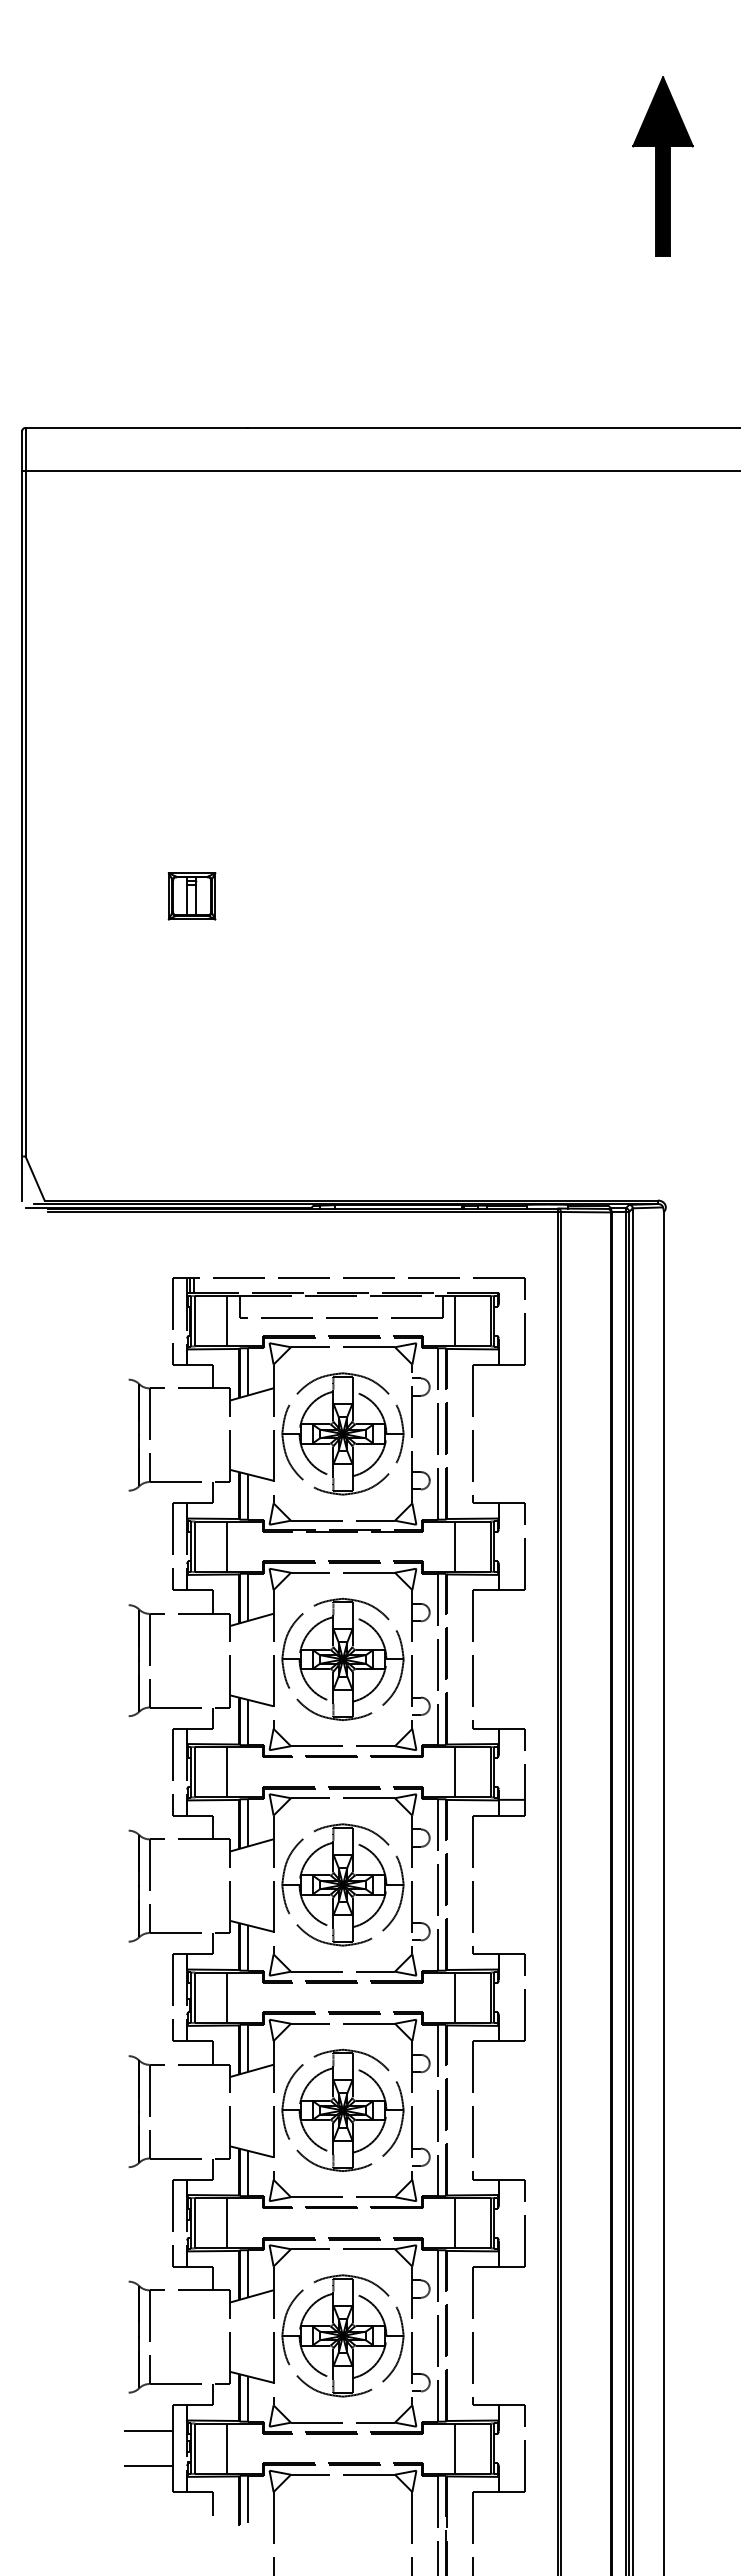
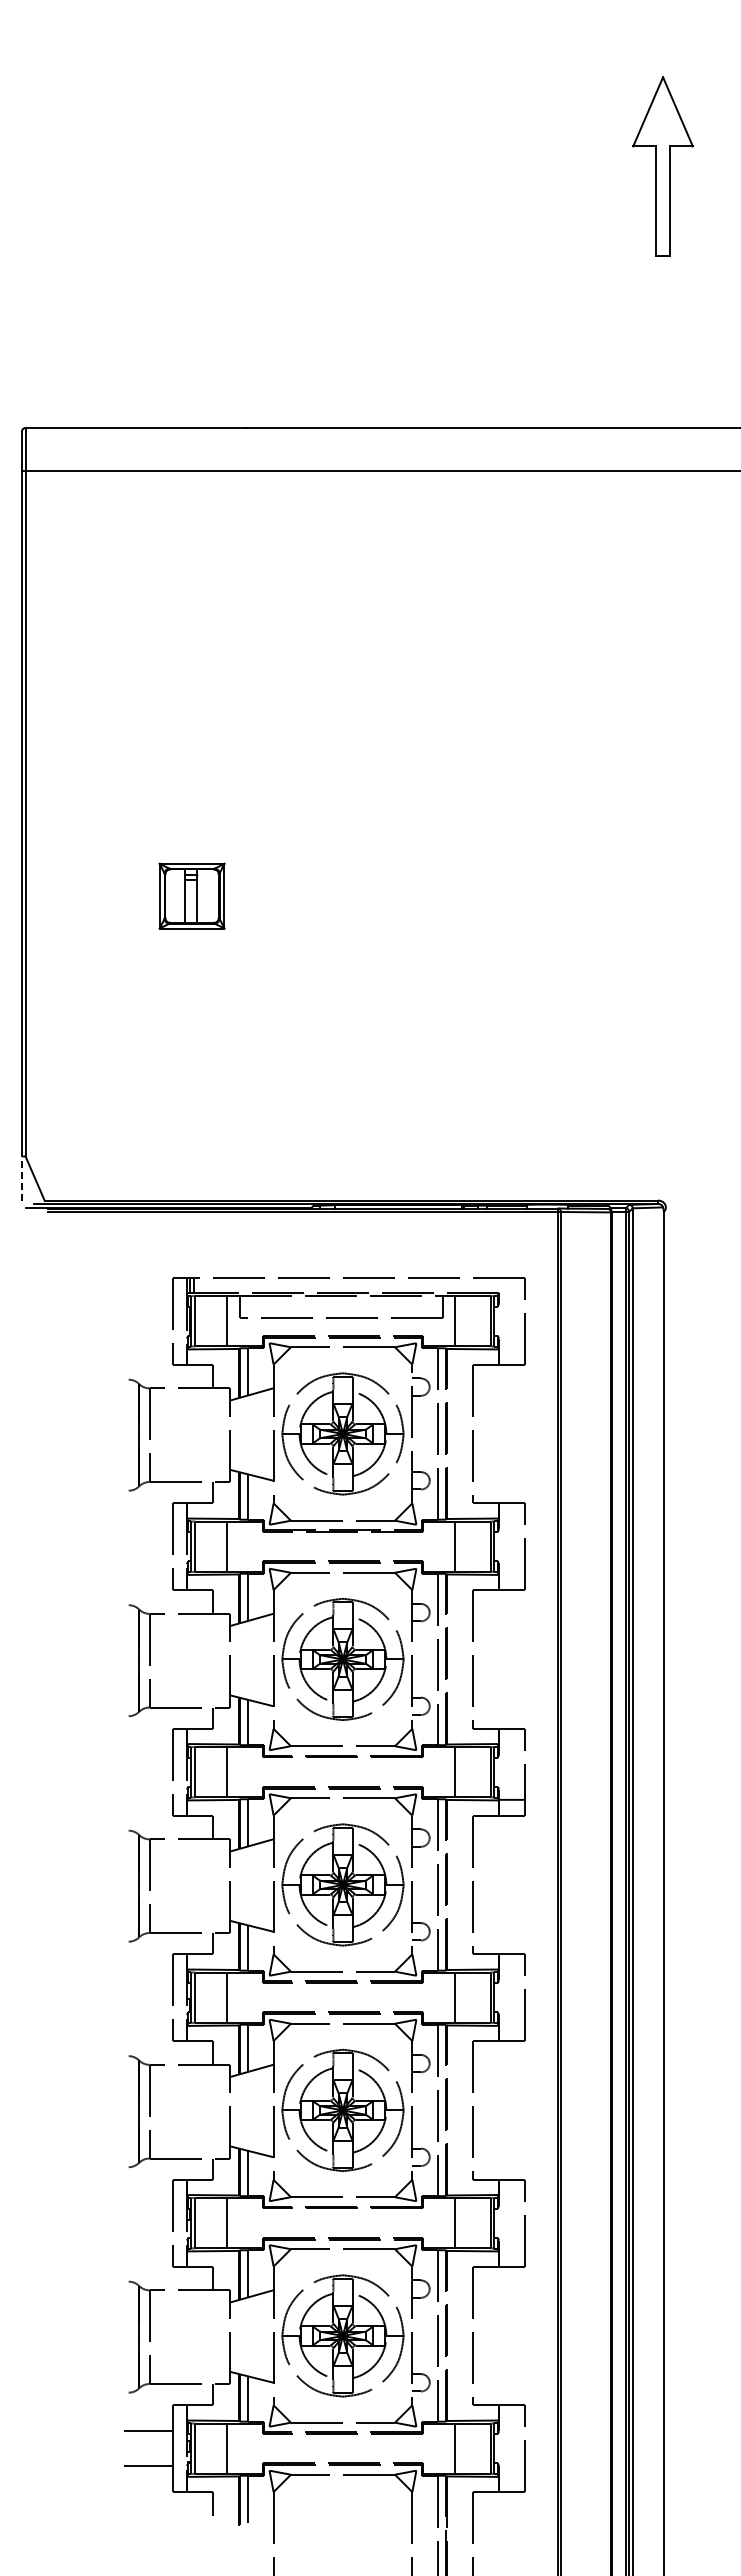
fill at (662, 166): present -> none
part at (191, 896) size: 50x49 px -> 68x68 px
line at (22, 1178): solid -> dashed
